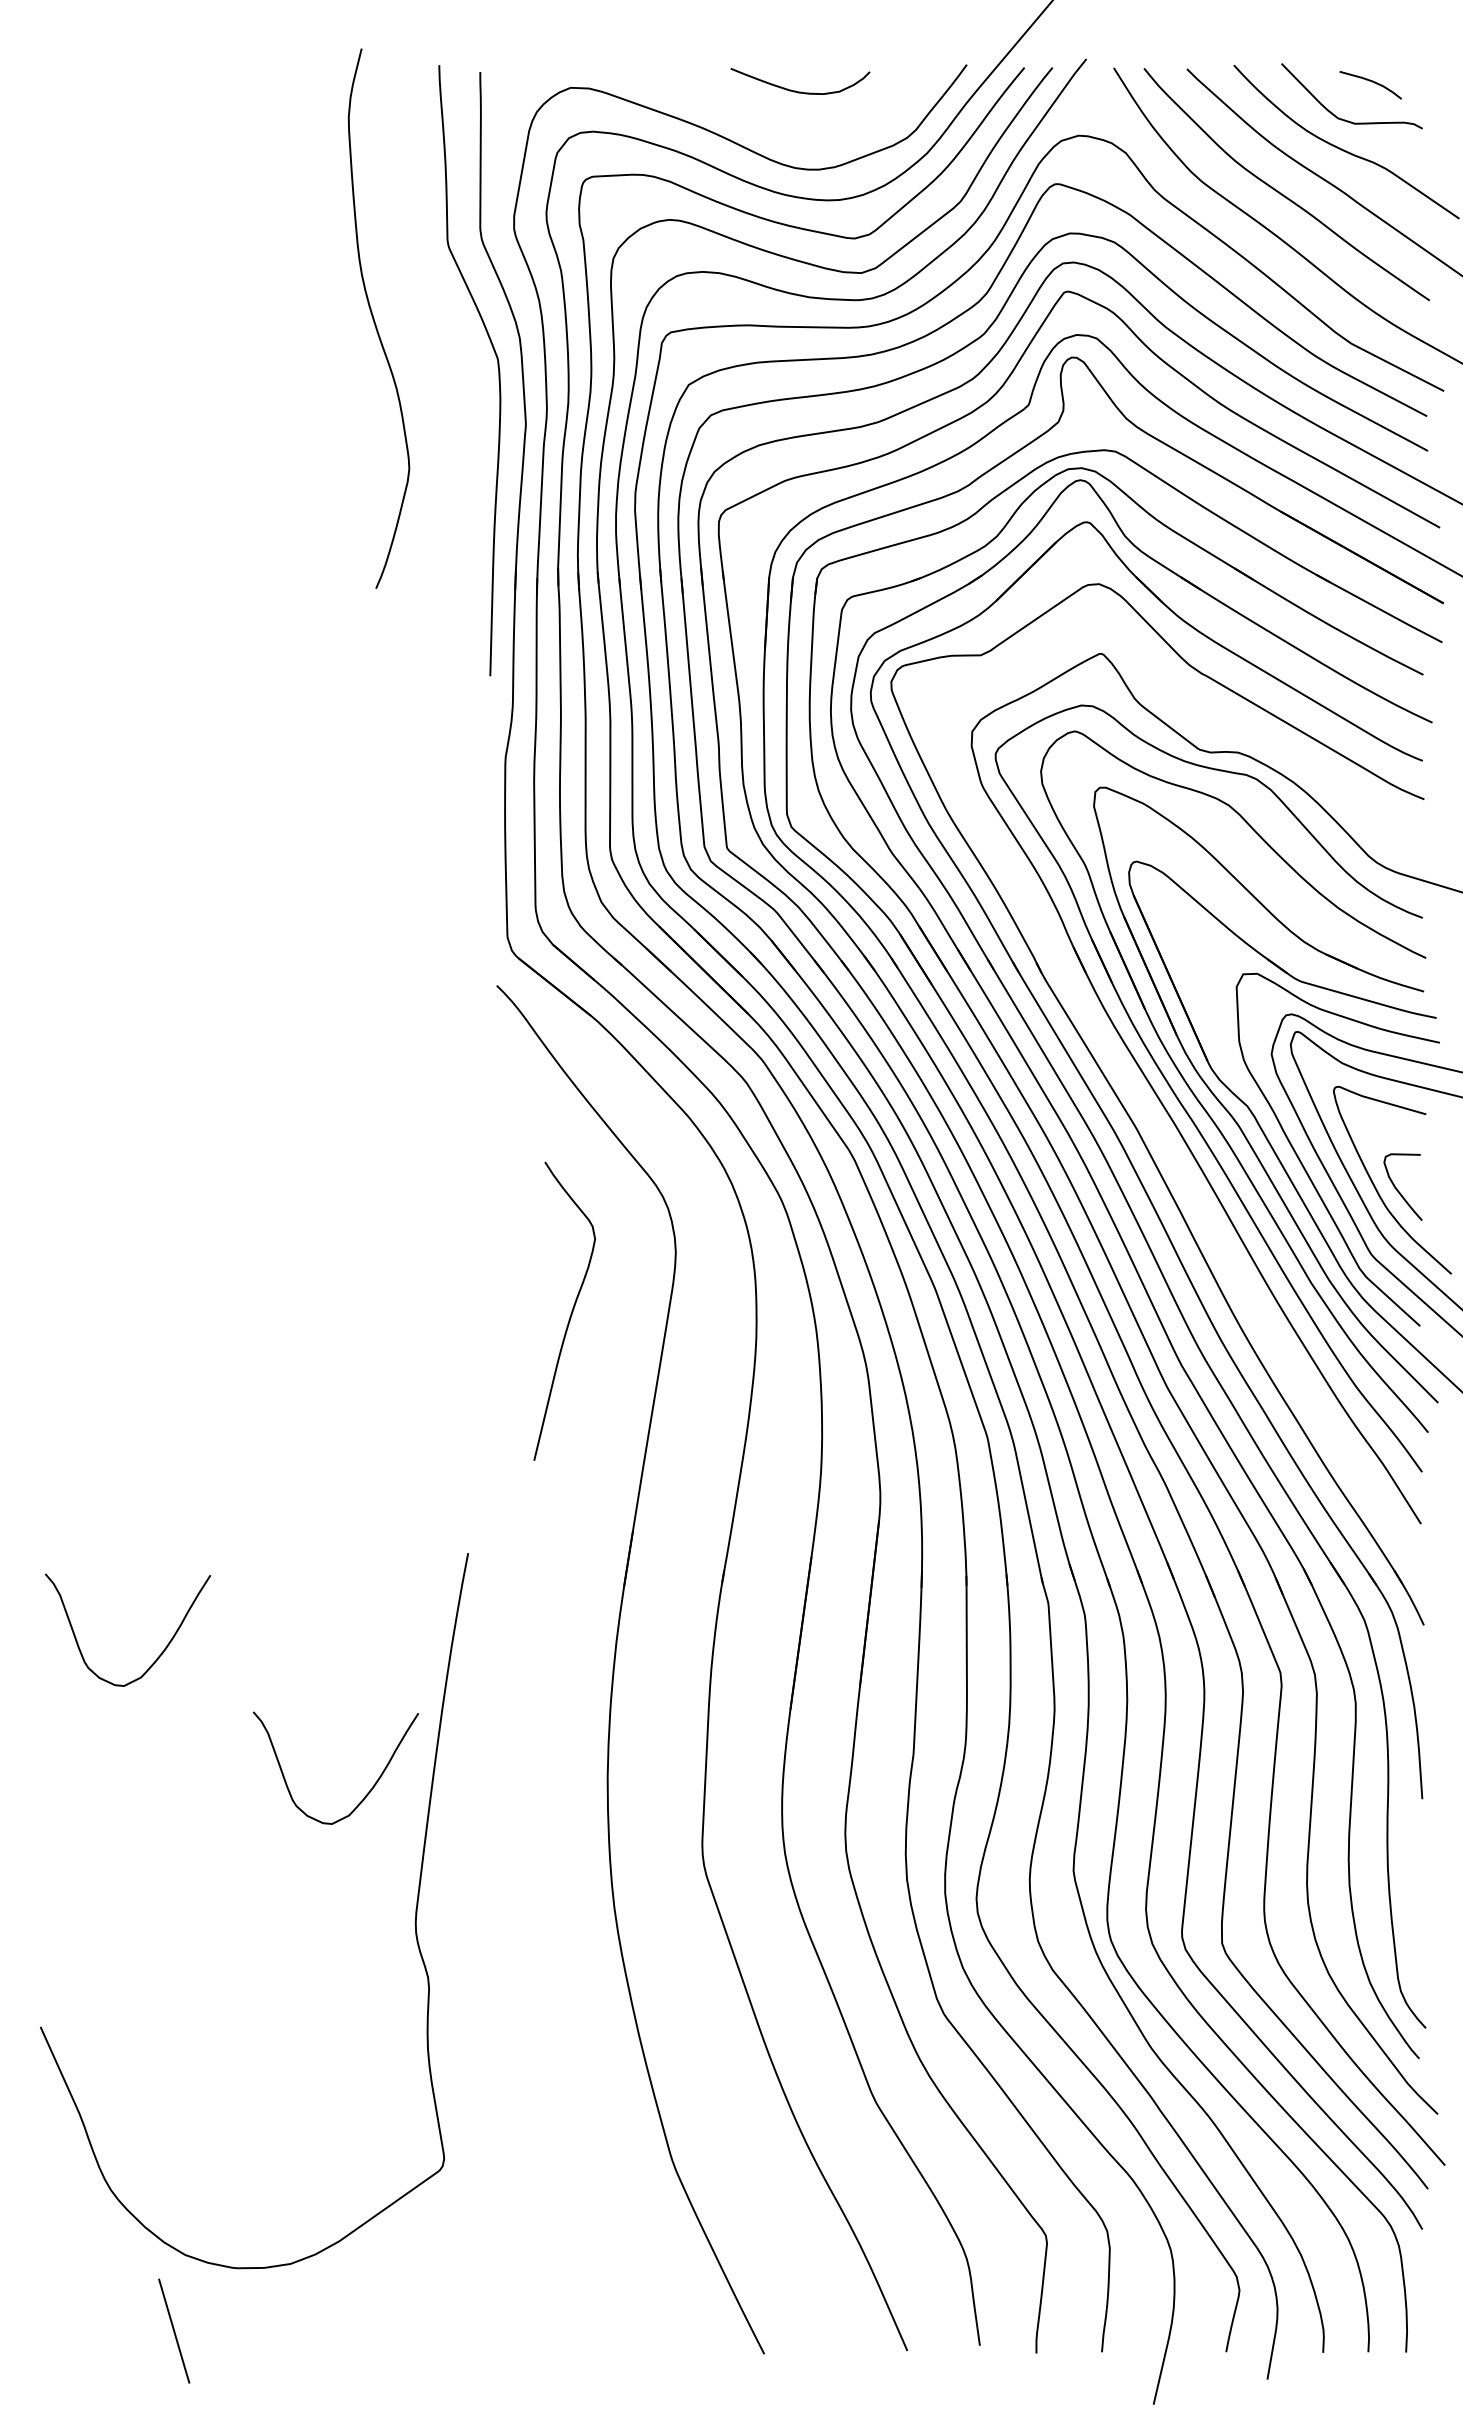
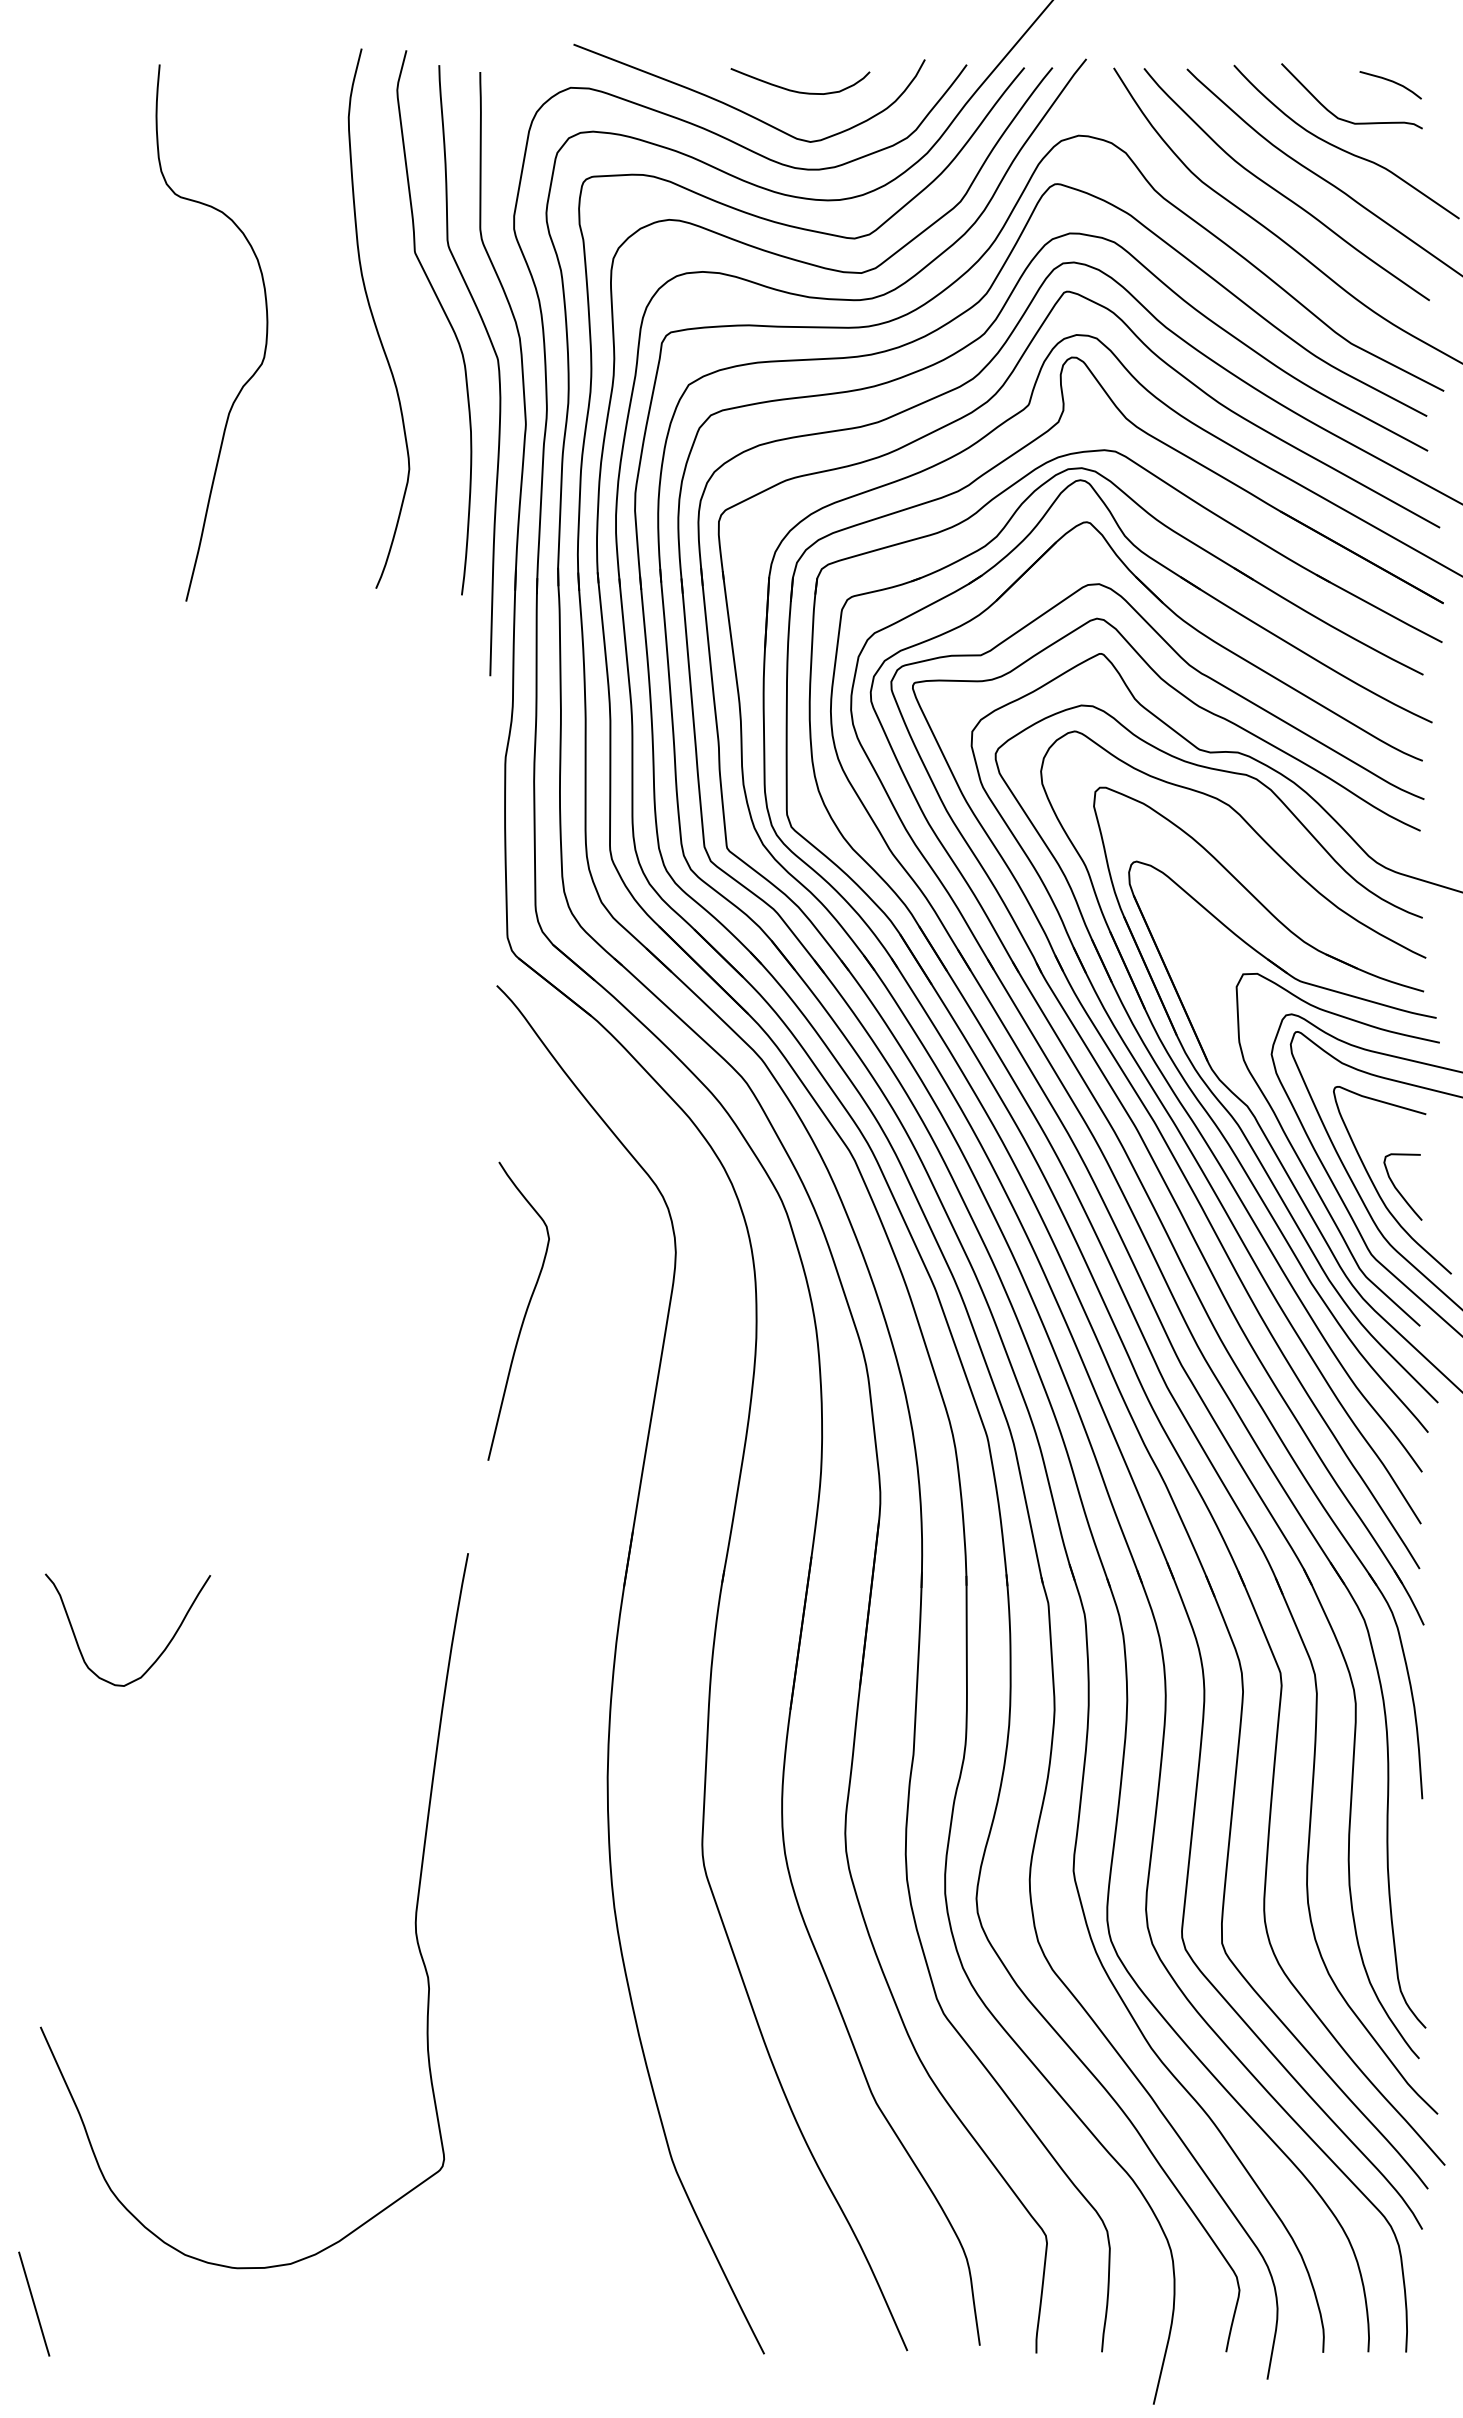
curve at (1372, 82) position: (1372, 82) -> (1392, 82)
curve at (740, 109): none -> present
curve at (445, 316): none -> present
curve at (265, 338): none -> present
part at (1145, 1105): none -> present
curve at (570, 1313) position: (570, 1313) -> (524, 1313)
curve at (368, 1791): present -> none
line at (174, 2330) position: (174, 2330) -> (34, 2303)
